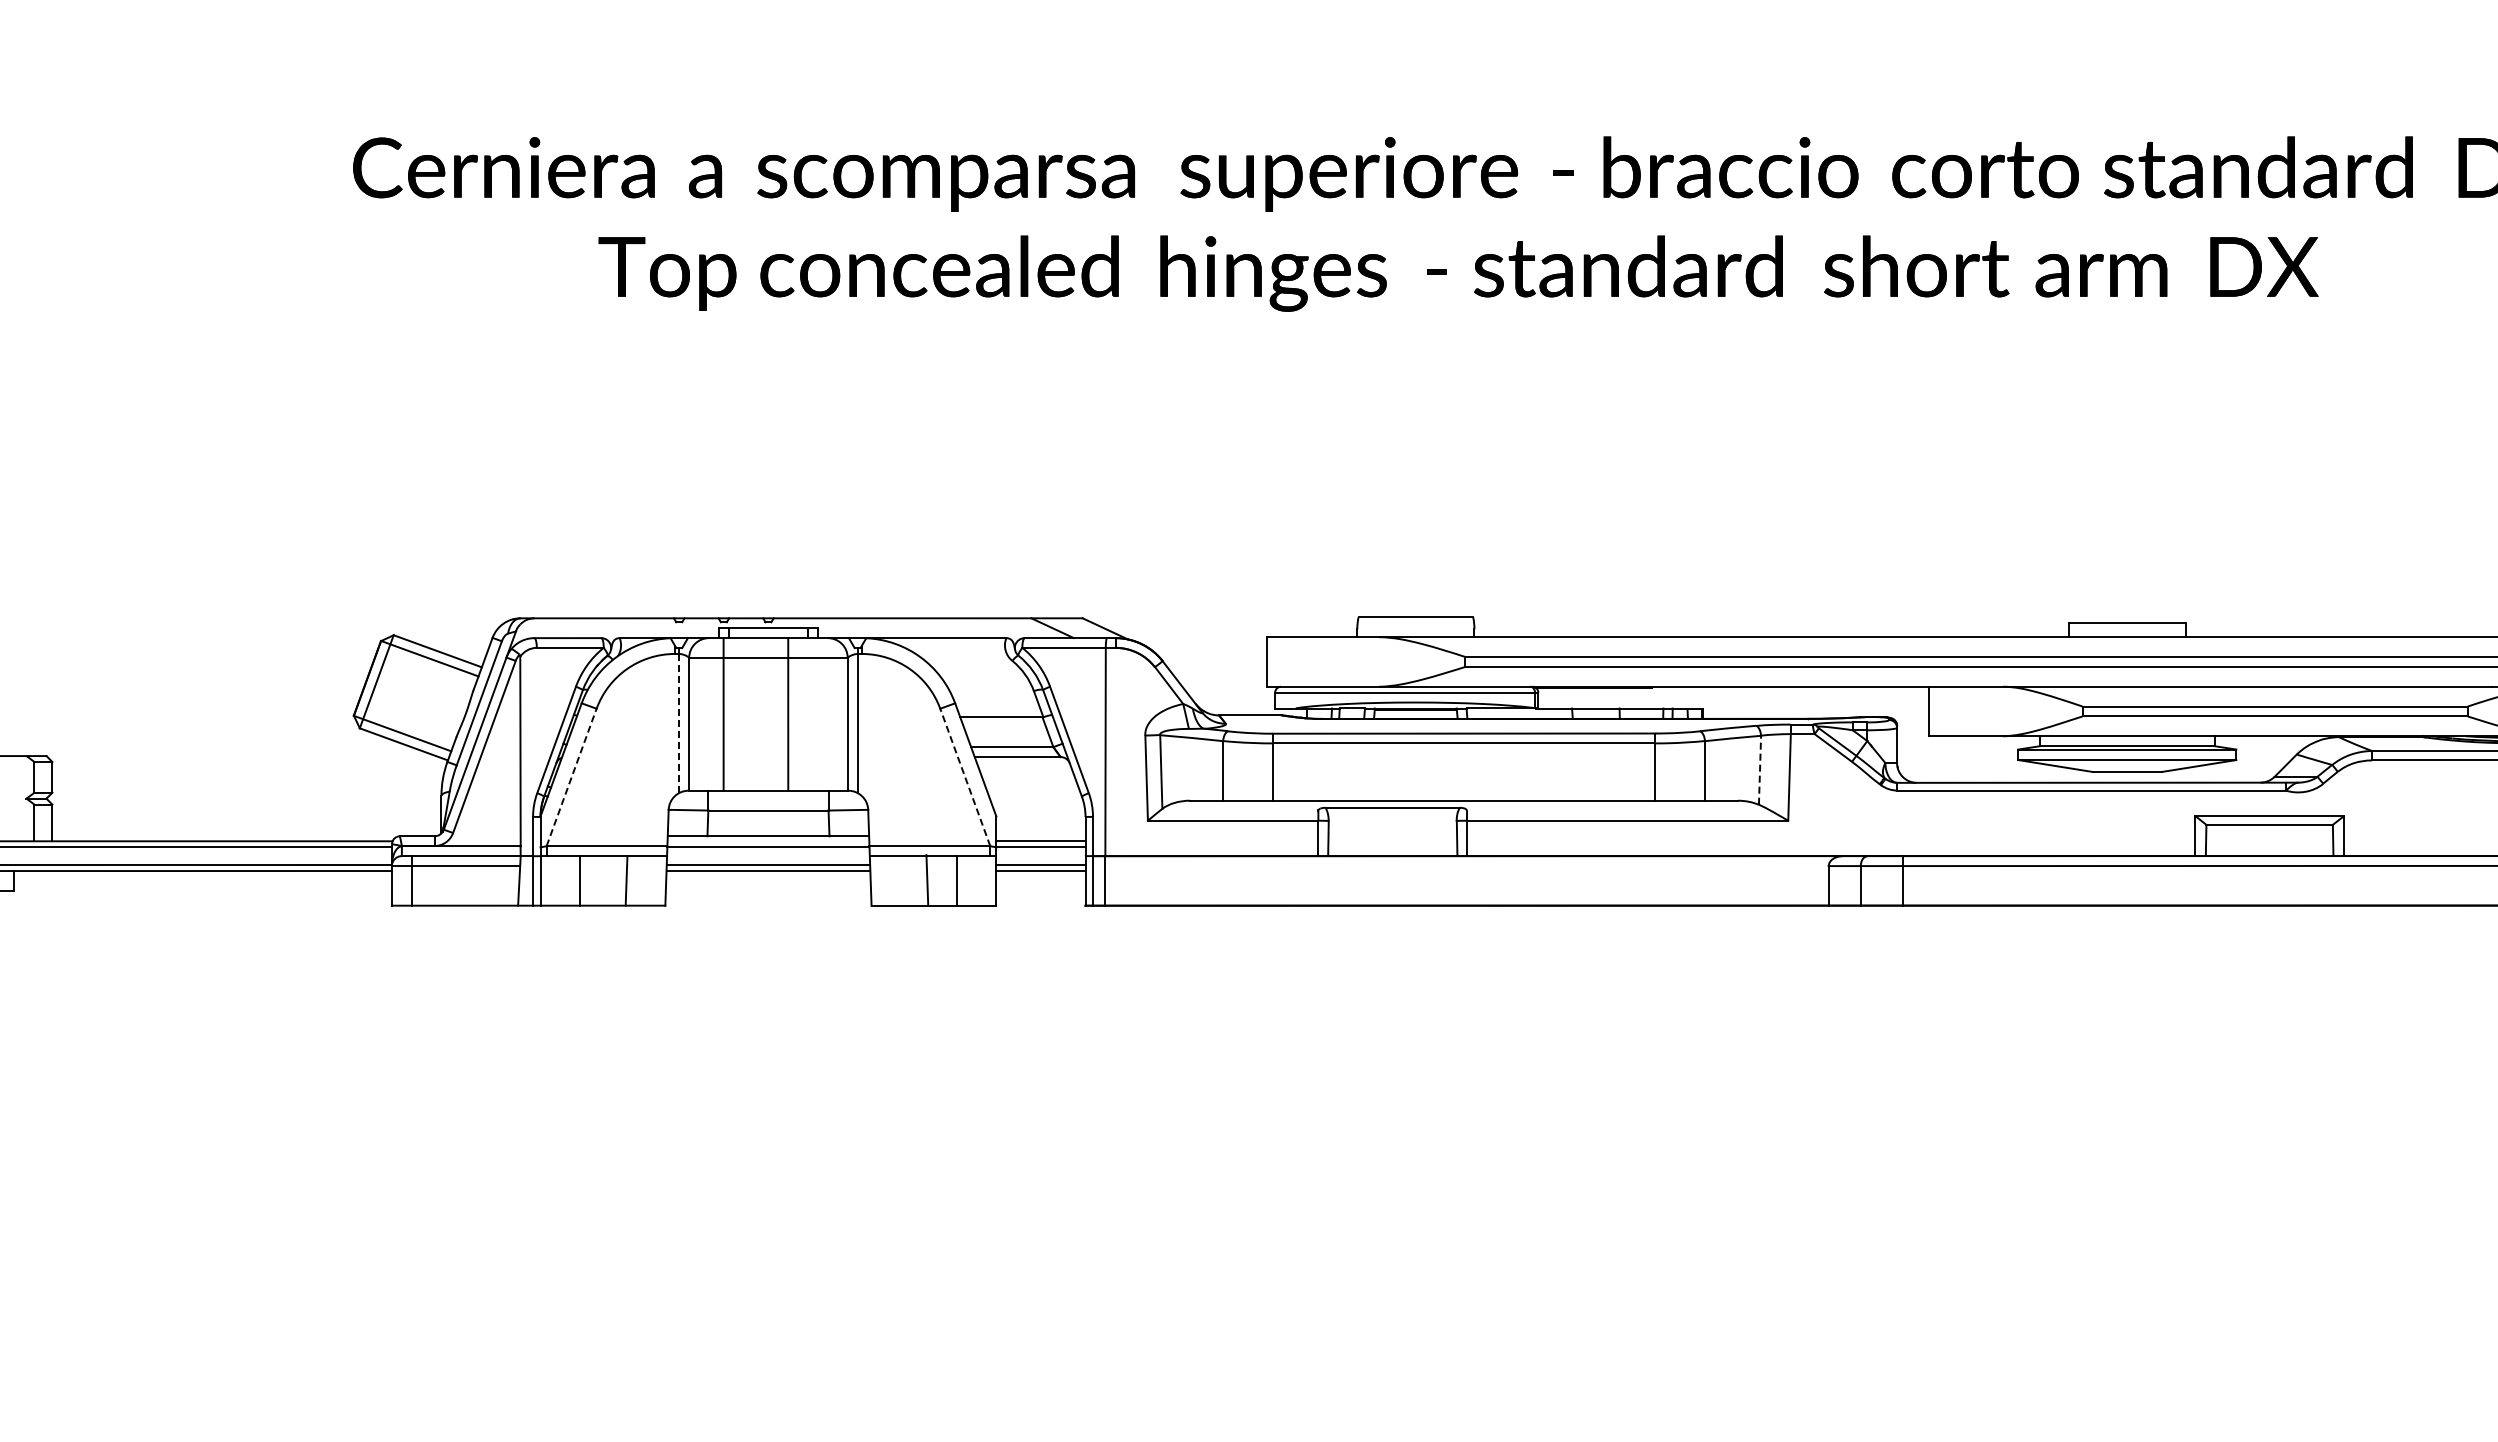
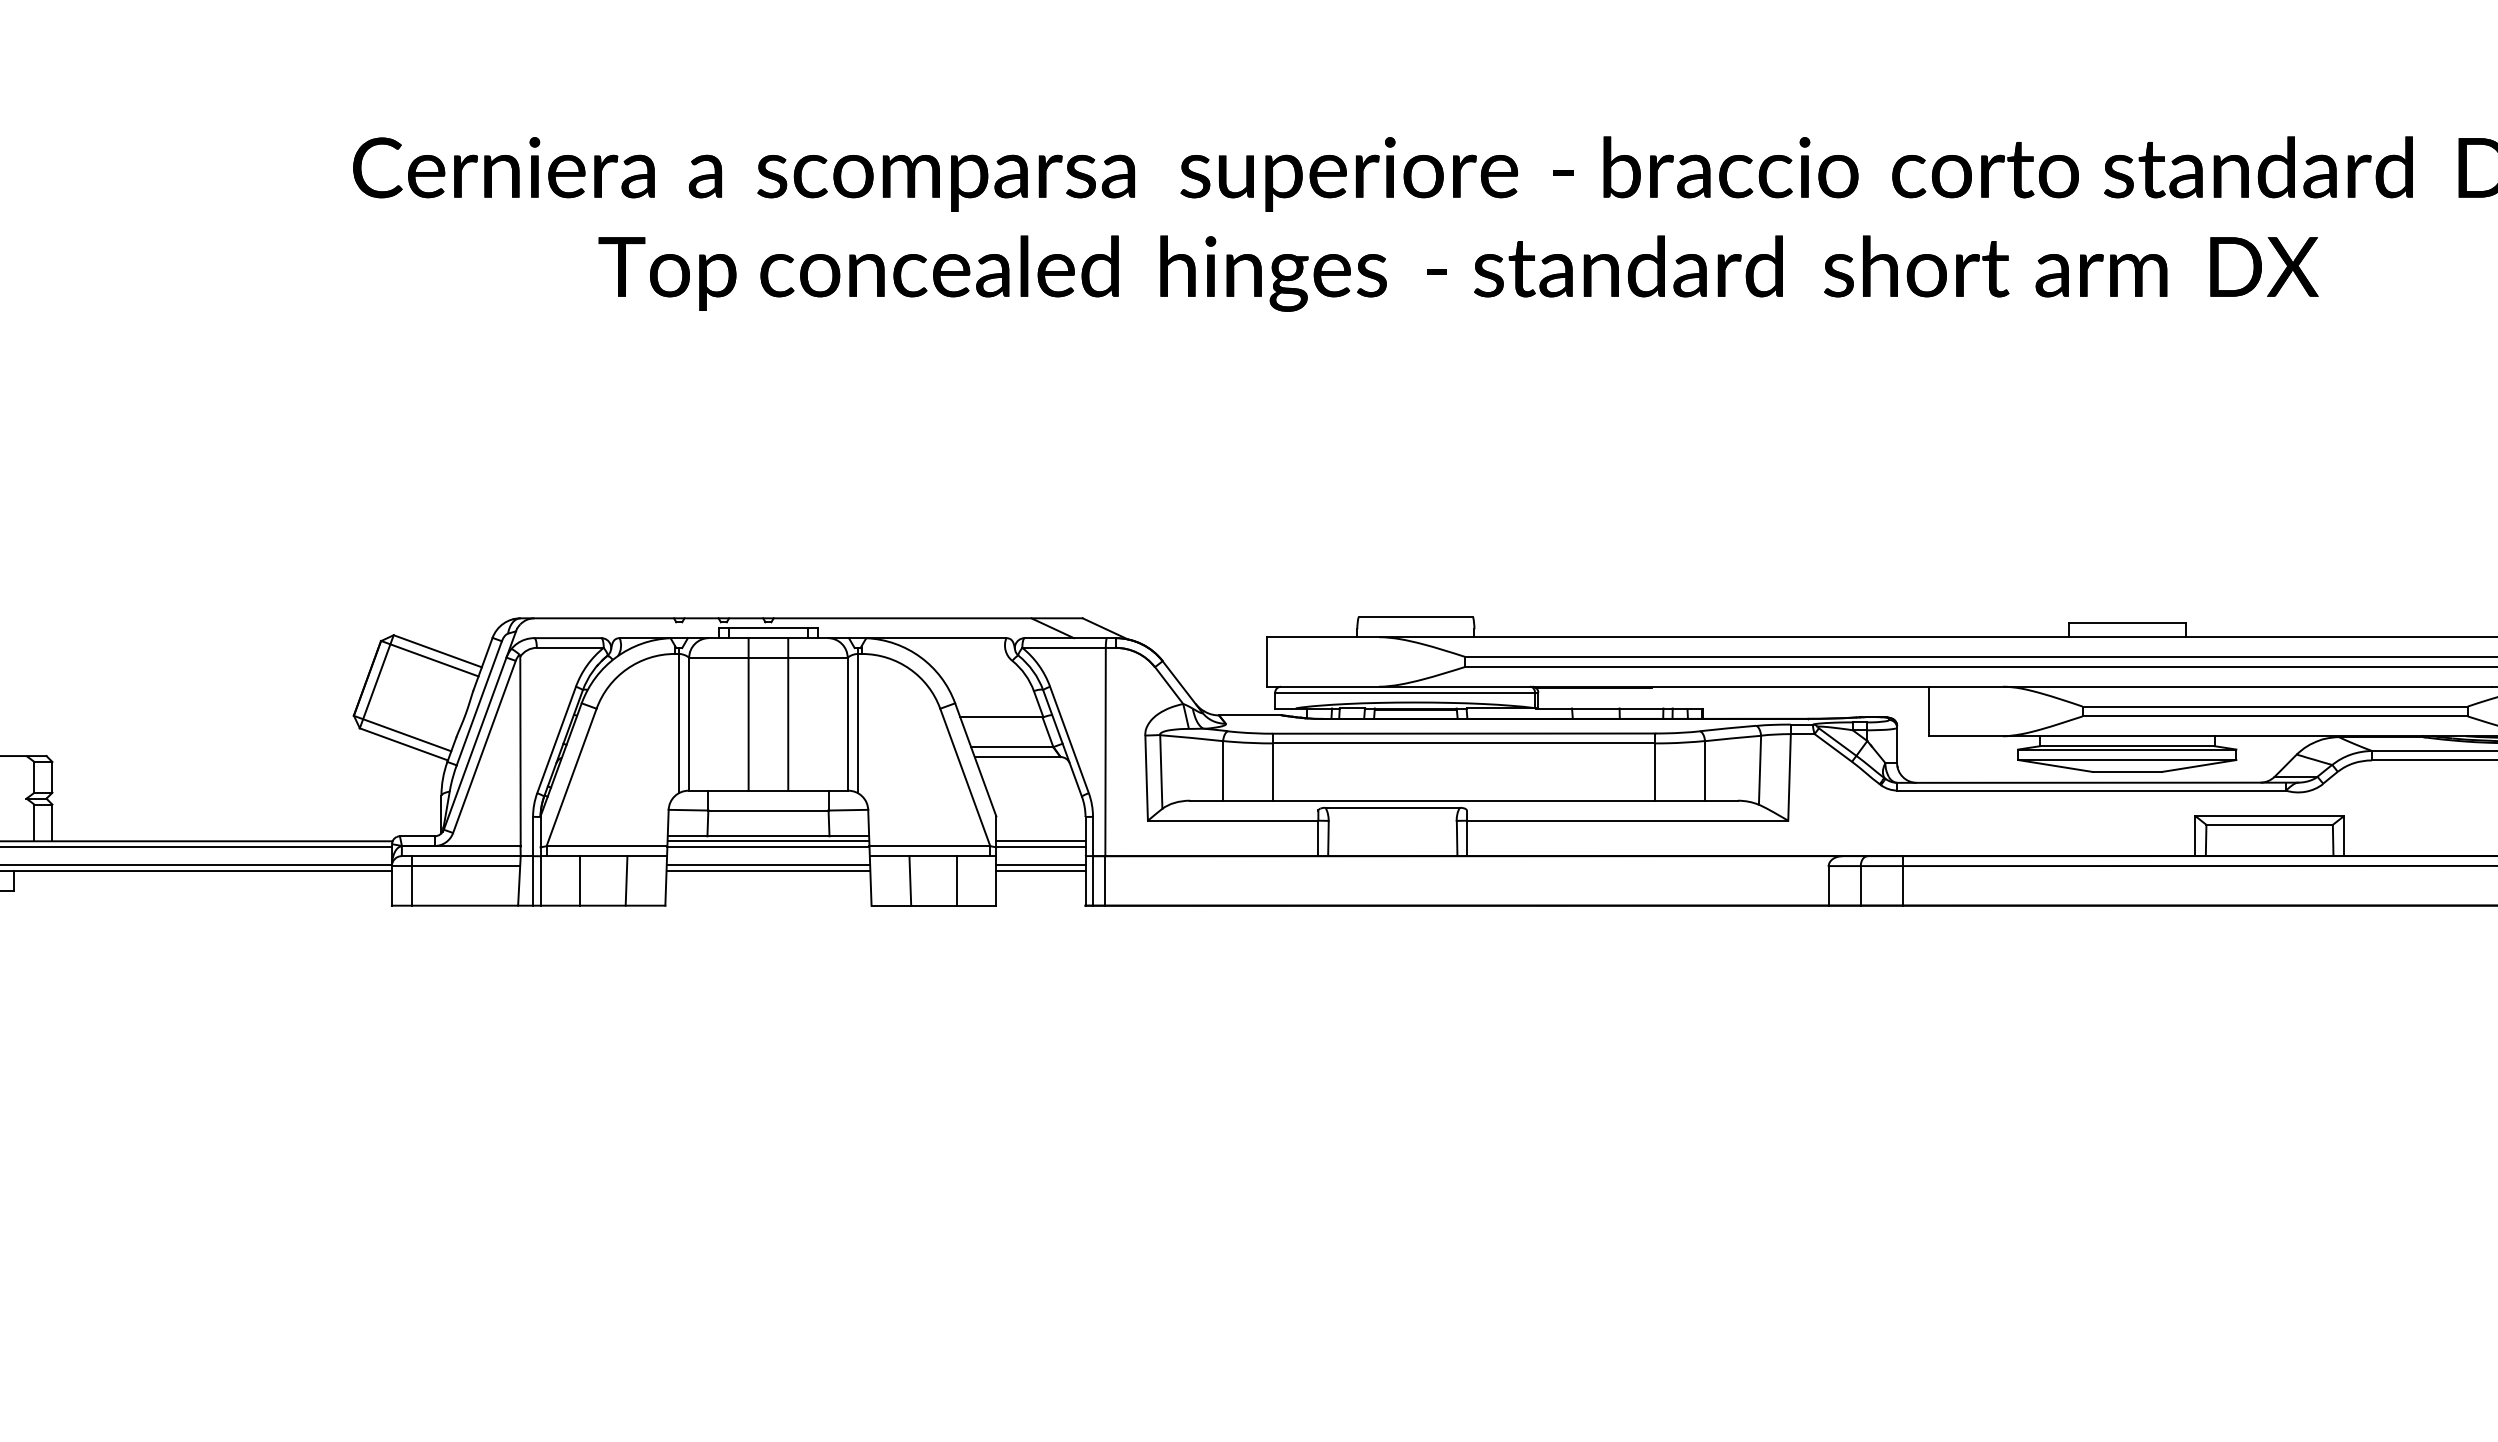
line at (723, 714) position: (723, 714) -> (748, 714)
line at (679, 723): dashed -> solid
line at (1760, 770): dashed -> solid
line at (571, 777): dashed -> solid
line at (965, 777): dashed -> solid
line at (768, 841): none -> present
line at (927, 879) position: (927, 879) -> (910, 880)
